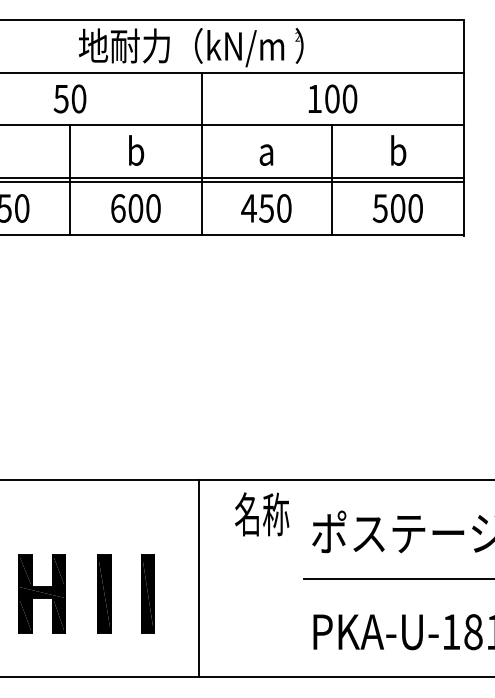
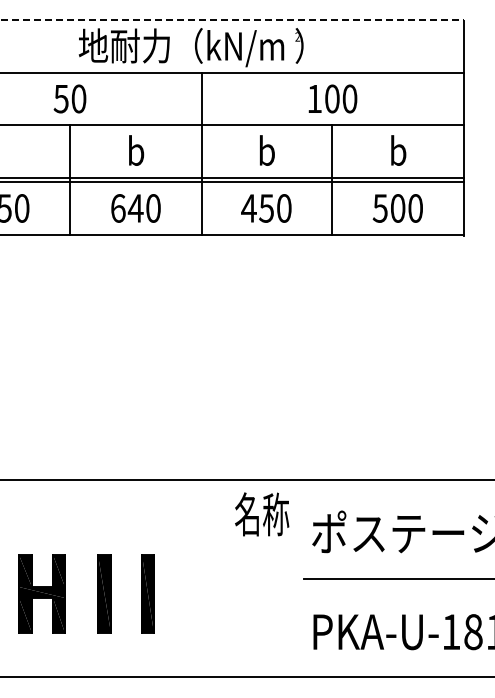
line at (232, 20): solid -> dashed
text at (266, 150): a -> b
text at (135, 208): 600 -> 640
line at (198, 578): present -> none
